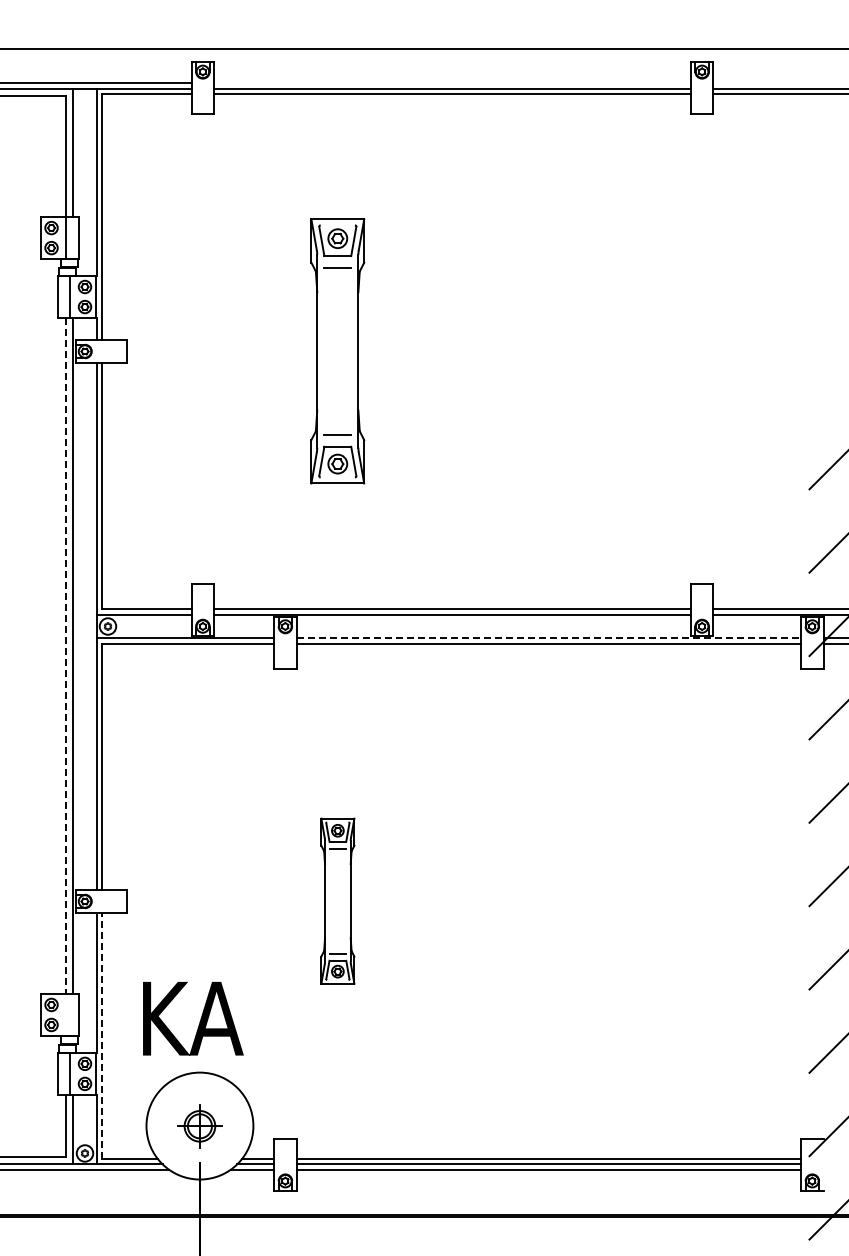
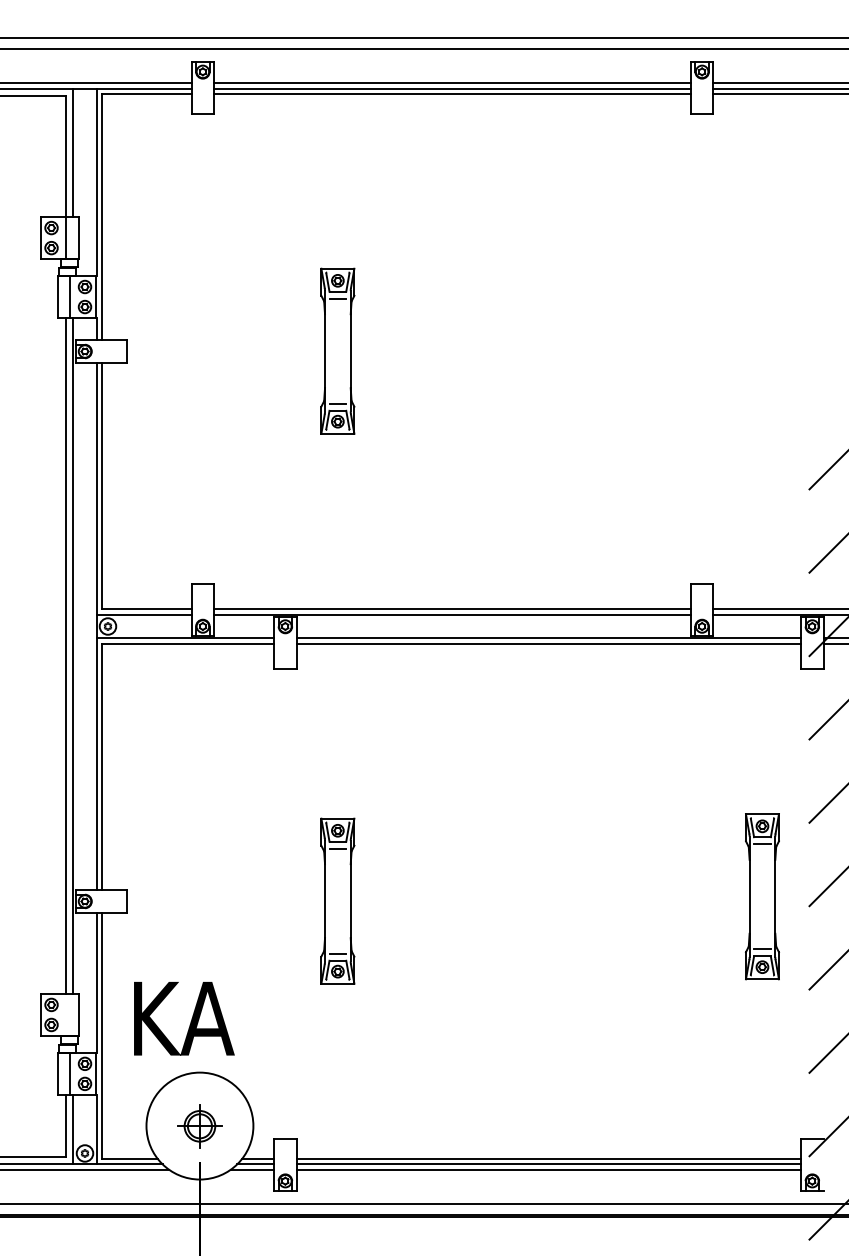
line at (423, 37): none -> present
line at (452, 83): none -> present
line at (779, 83): none -> present
part at (337, 351) size: 56x267 px -> 36x168 px
line at (549, 638): dashed -> solid
line at (65, 656): dashed -> solid
part at (762, 896): none -> present
text at (193, 1018) position: (193, 1018) -> (184, 1018)
line at (102, 1035): dashed -> solid
line at (423, 1204): none -> present
